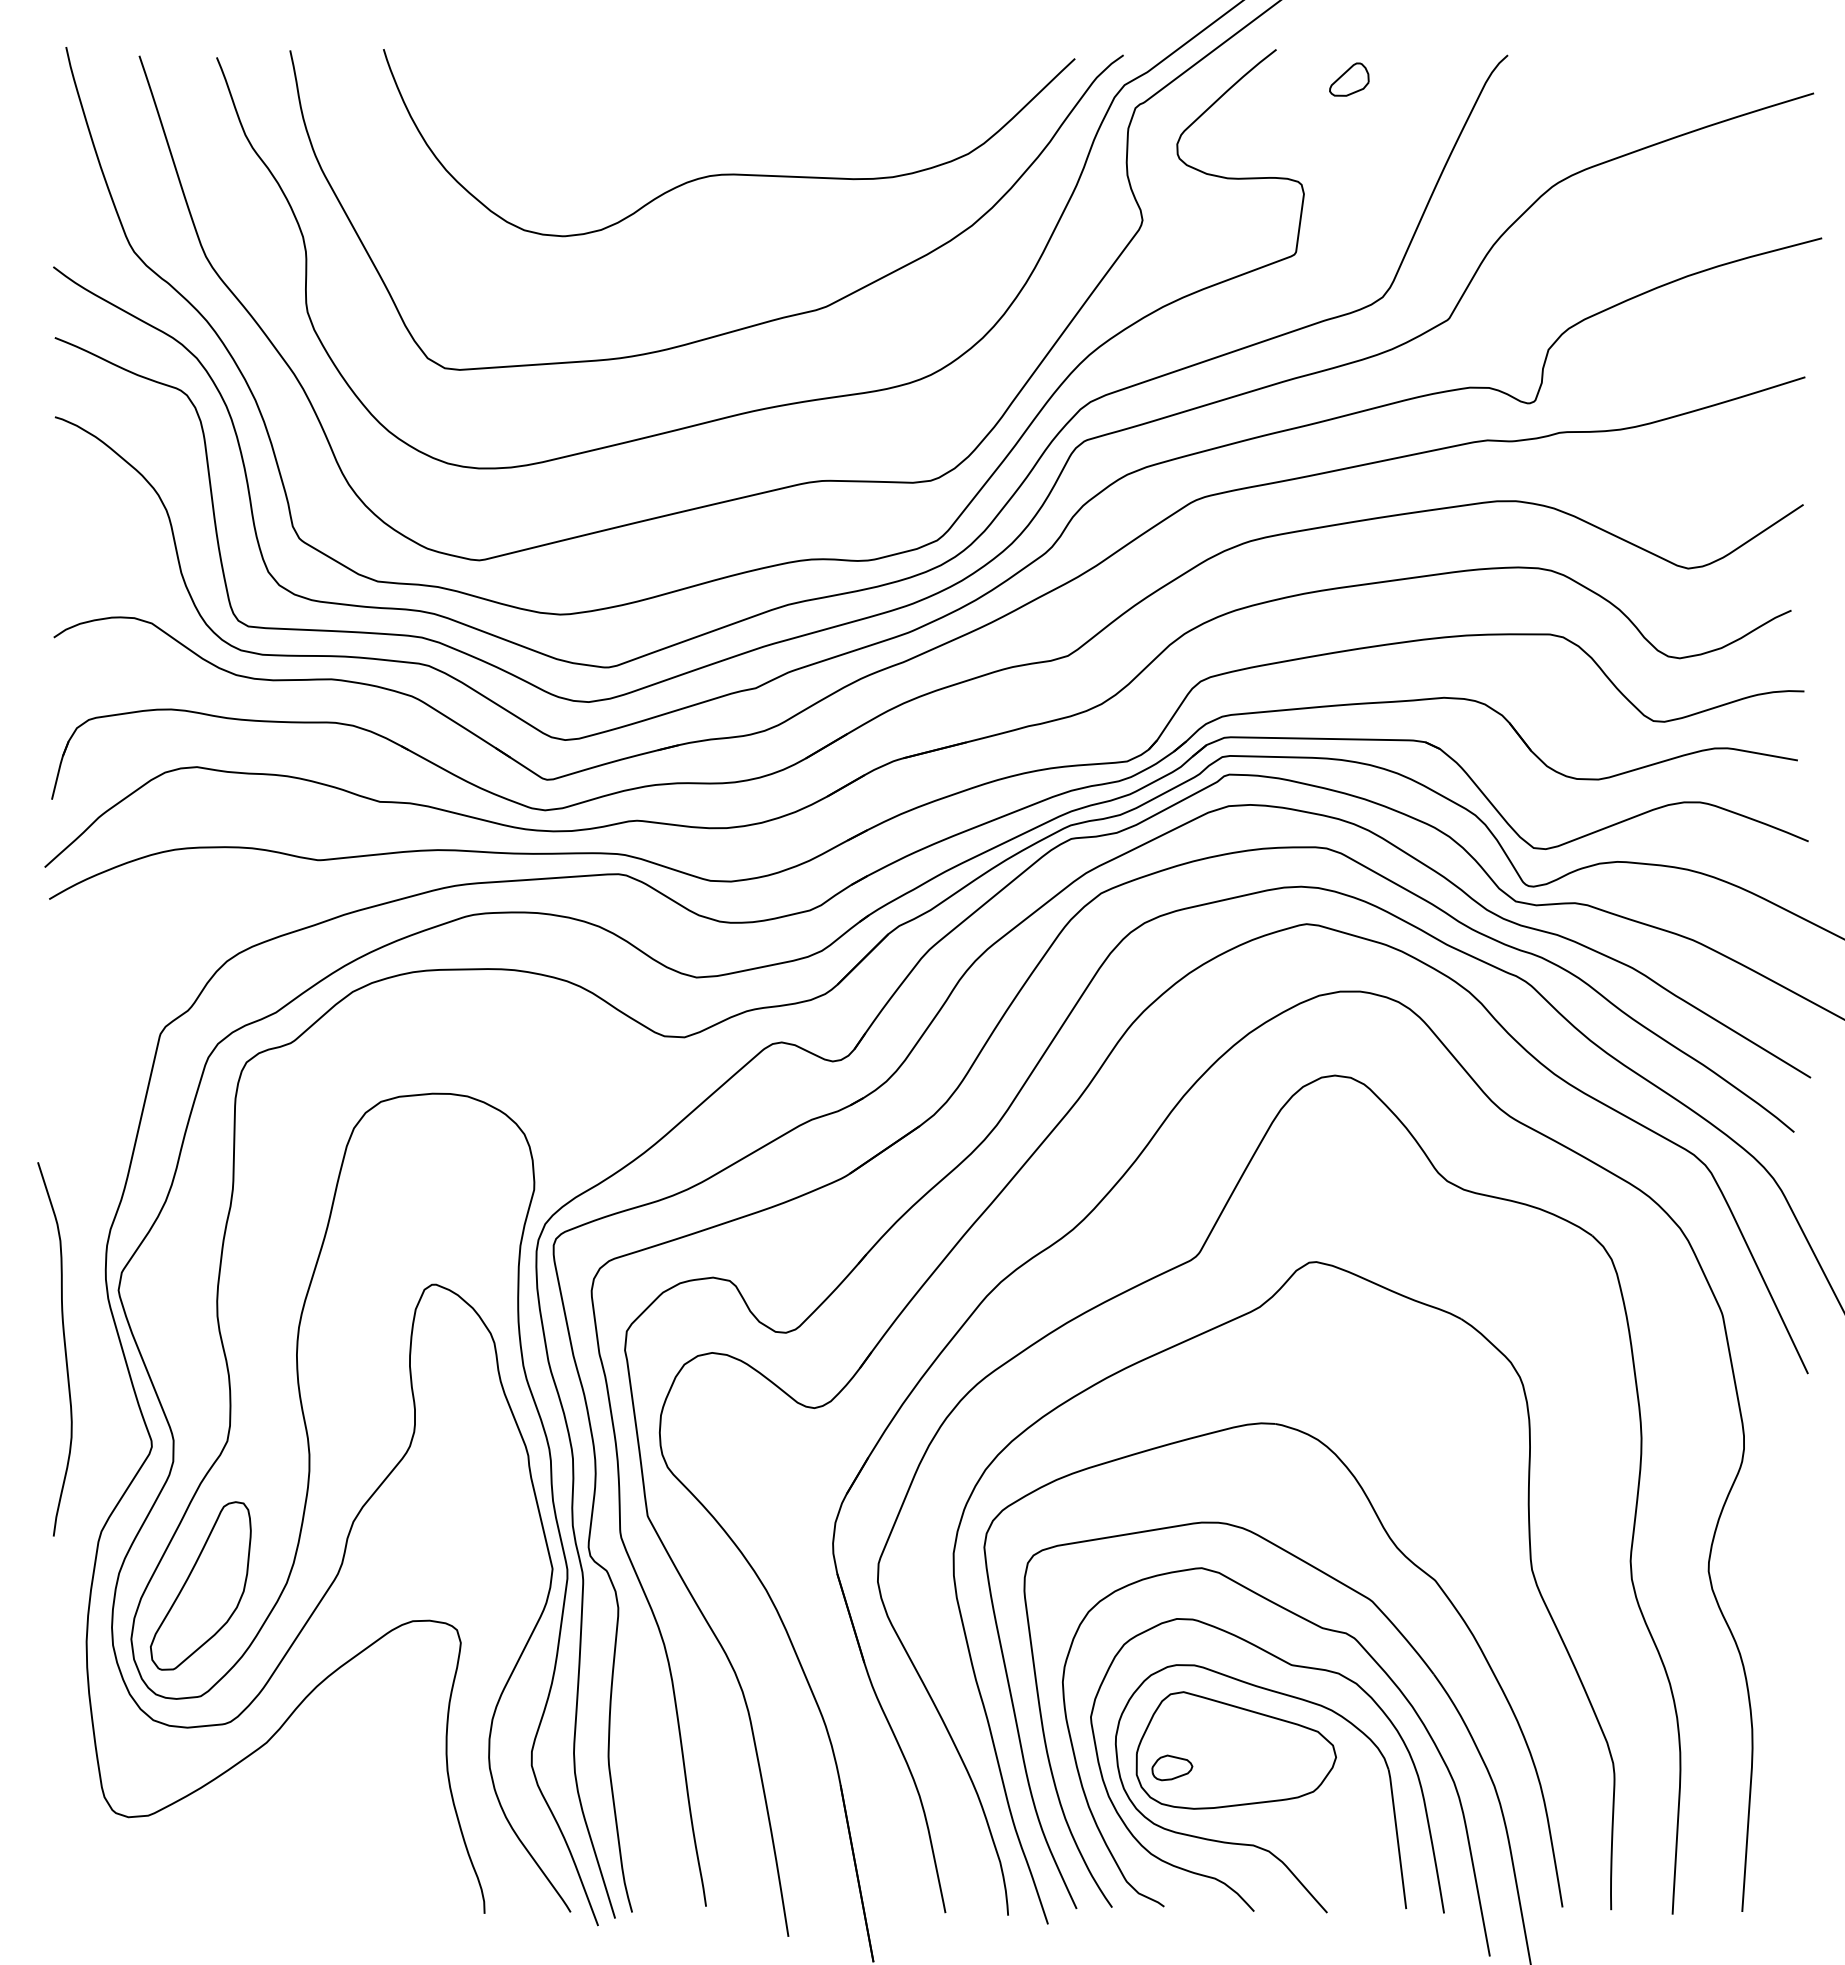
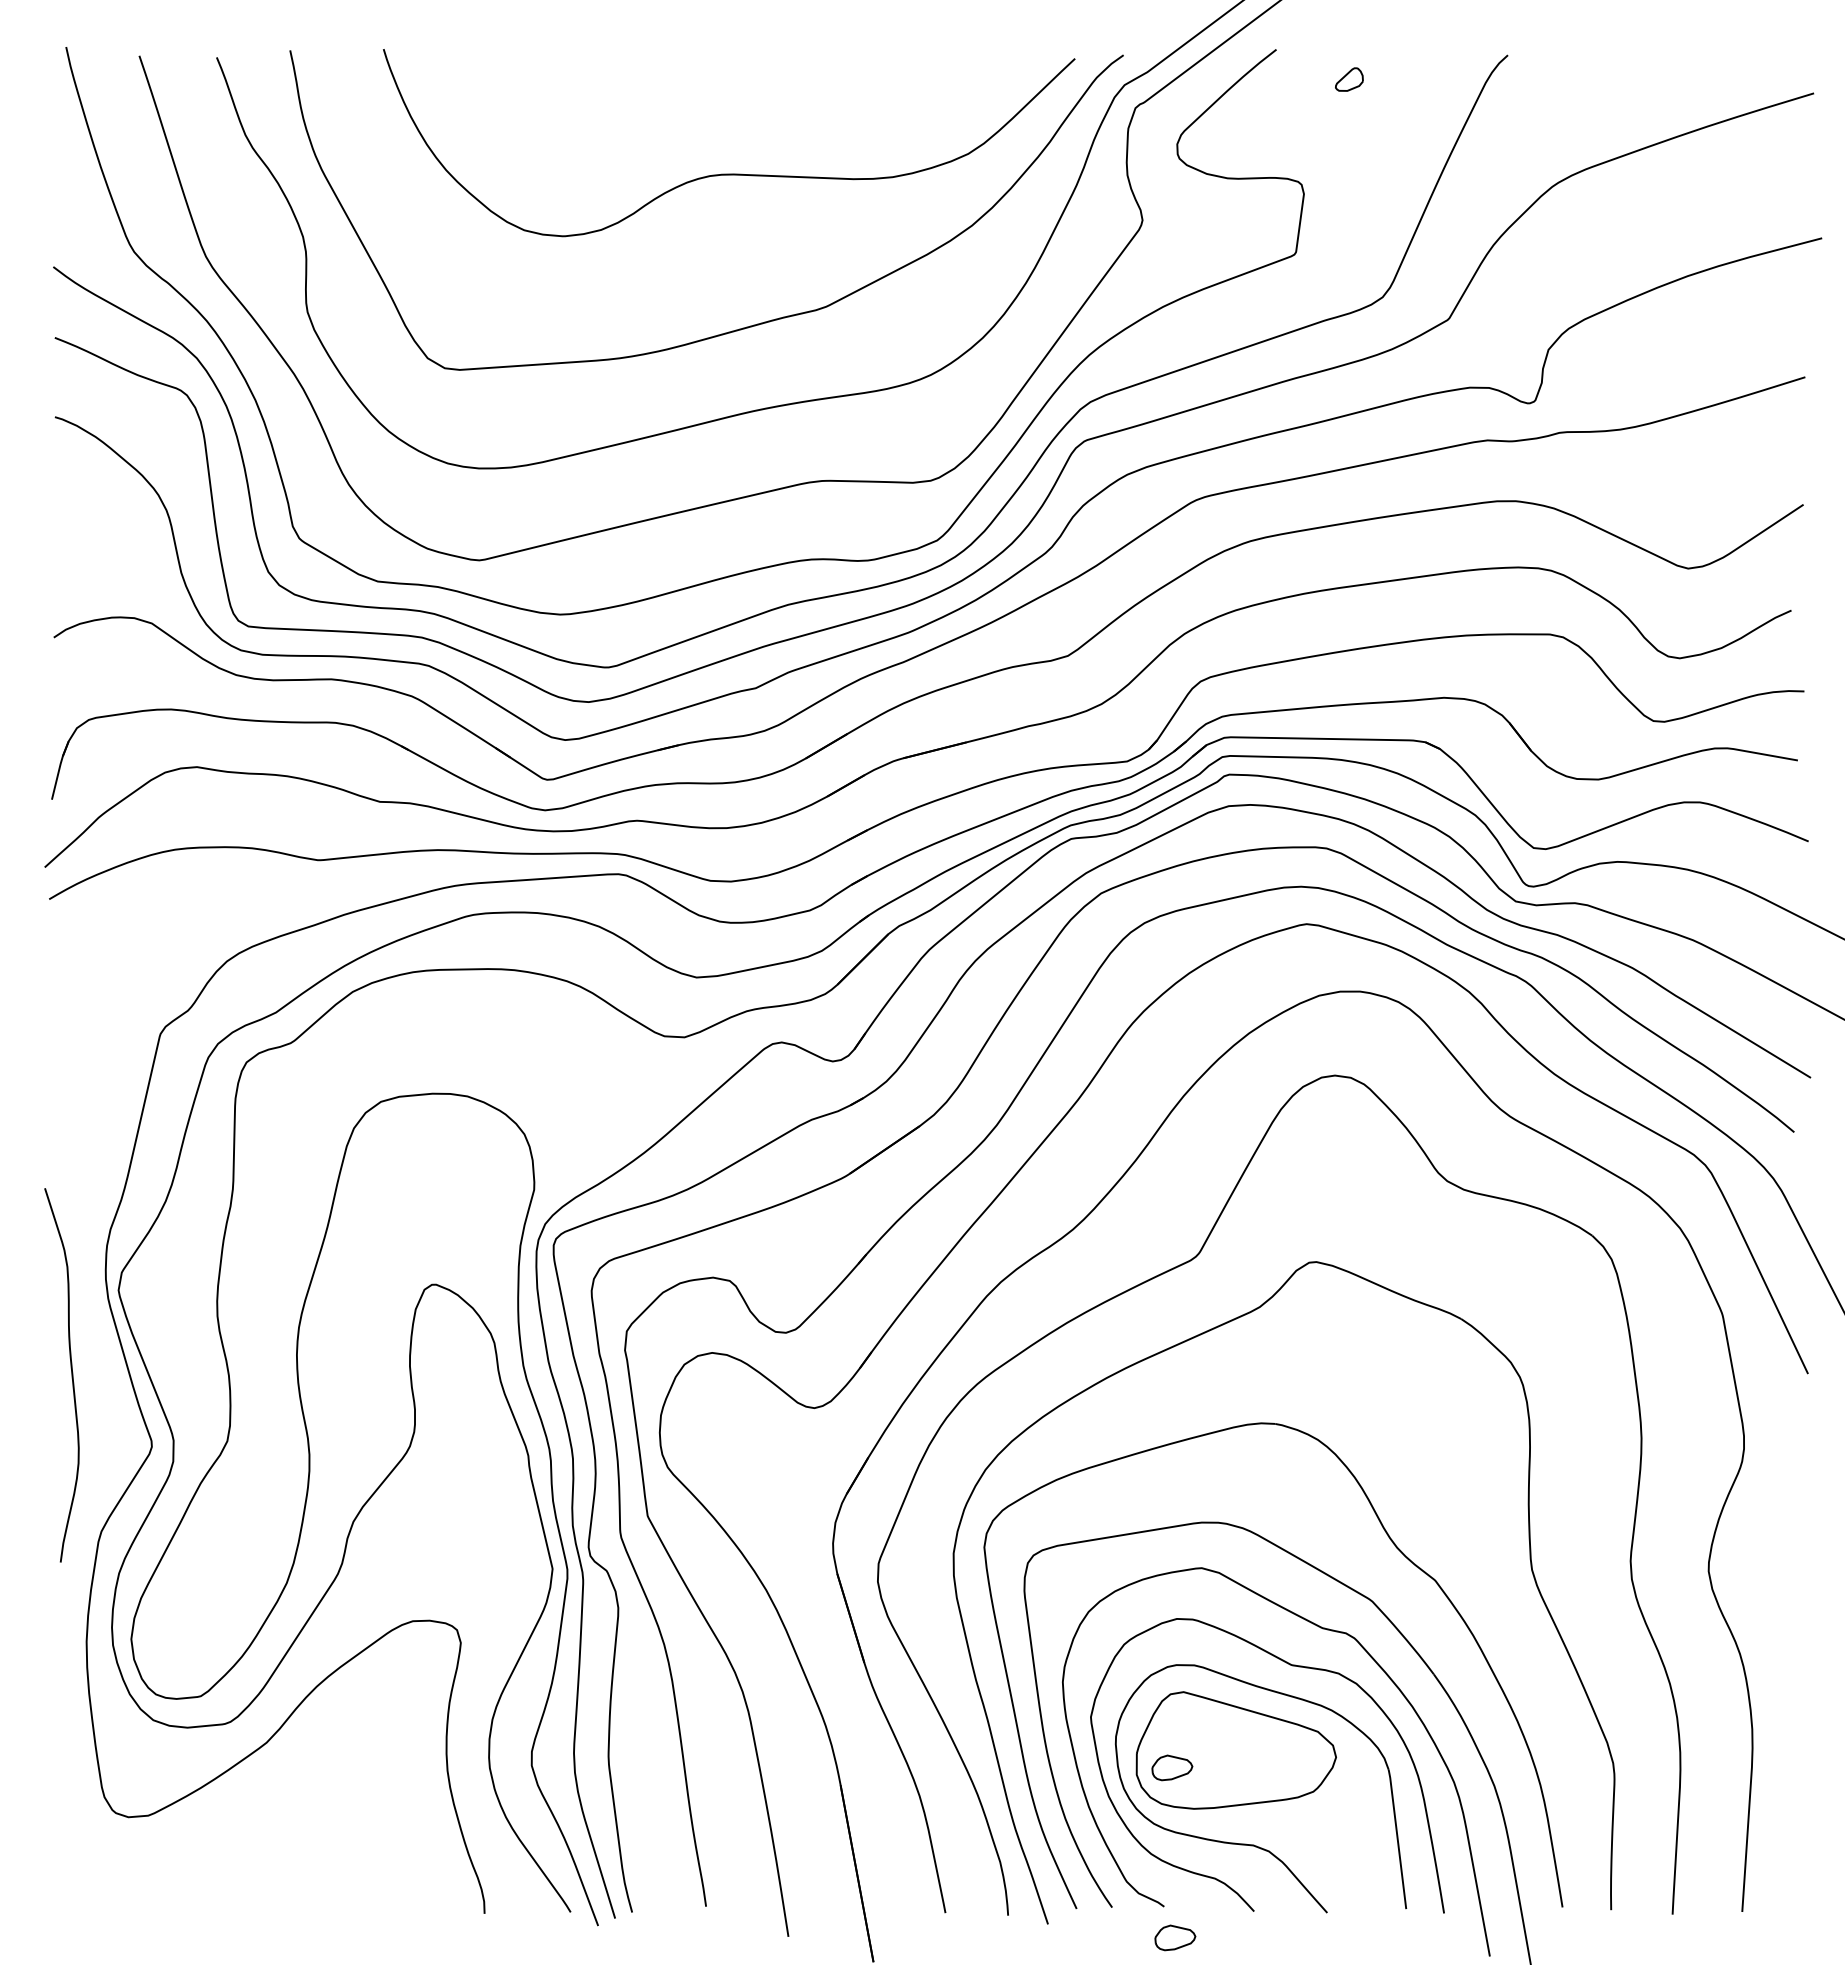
part at (1349, 79) size: 41x35 px -> 29x25 px
curve at (64, 1349) position: (64, 1349) -> (71, 1375)
part at (200, 1585): present -> none
part at (1175, 1937): none -> present
